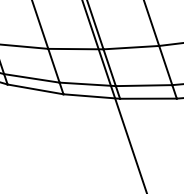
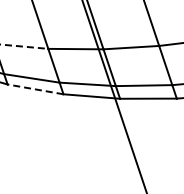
line at (24, 46): solid -> dashed
line at (35, 89): solid -> dashed
